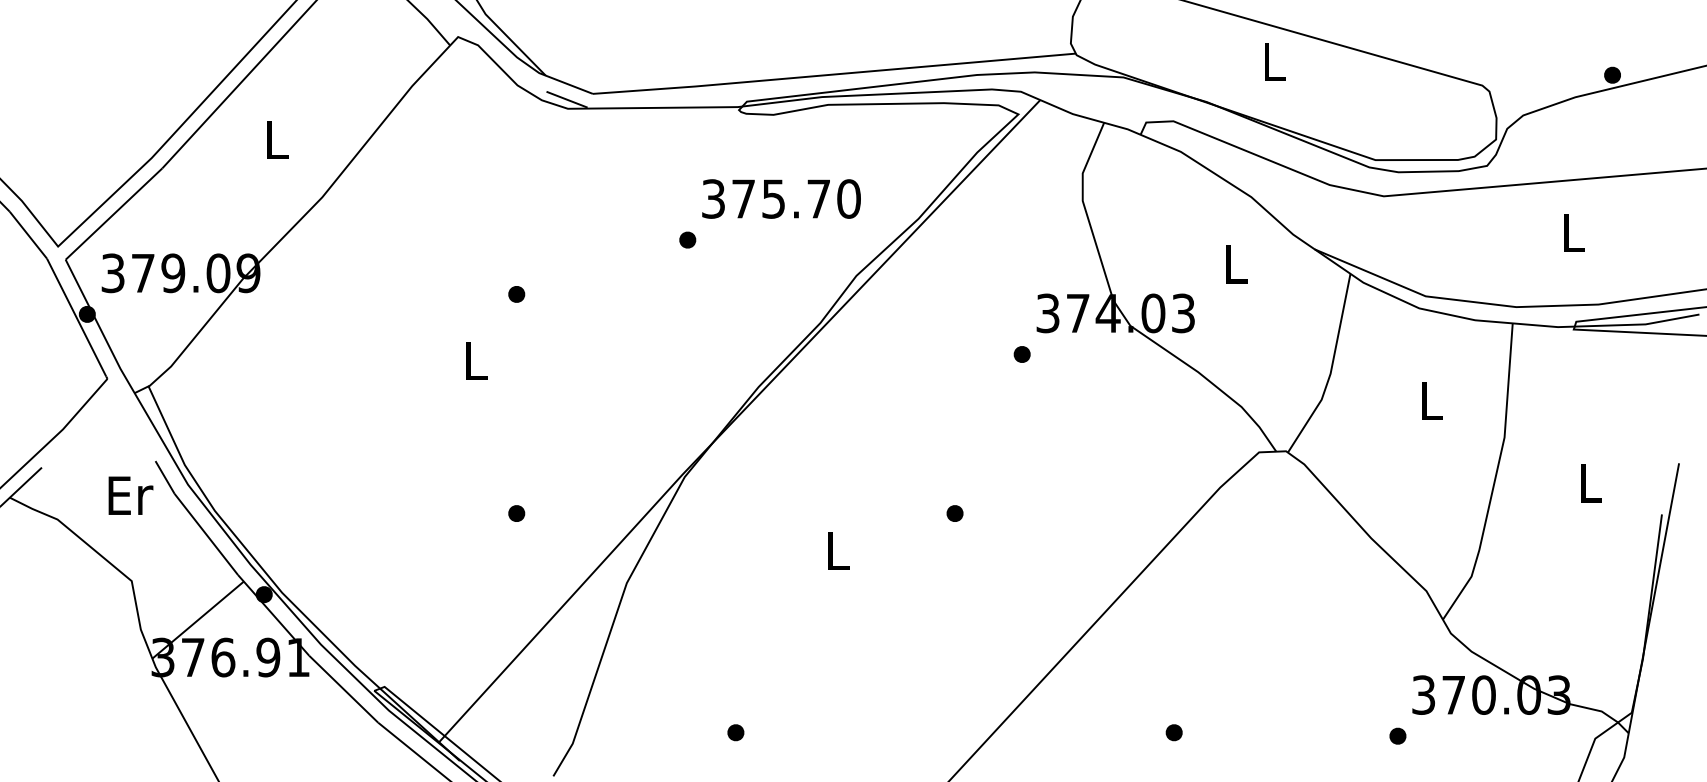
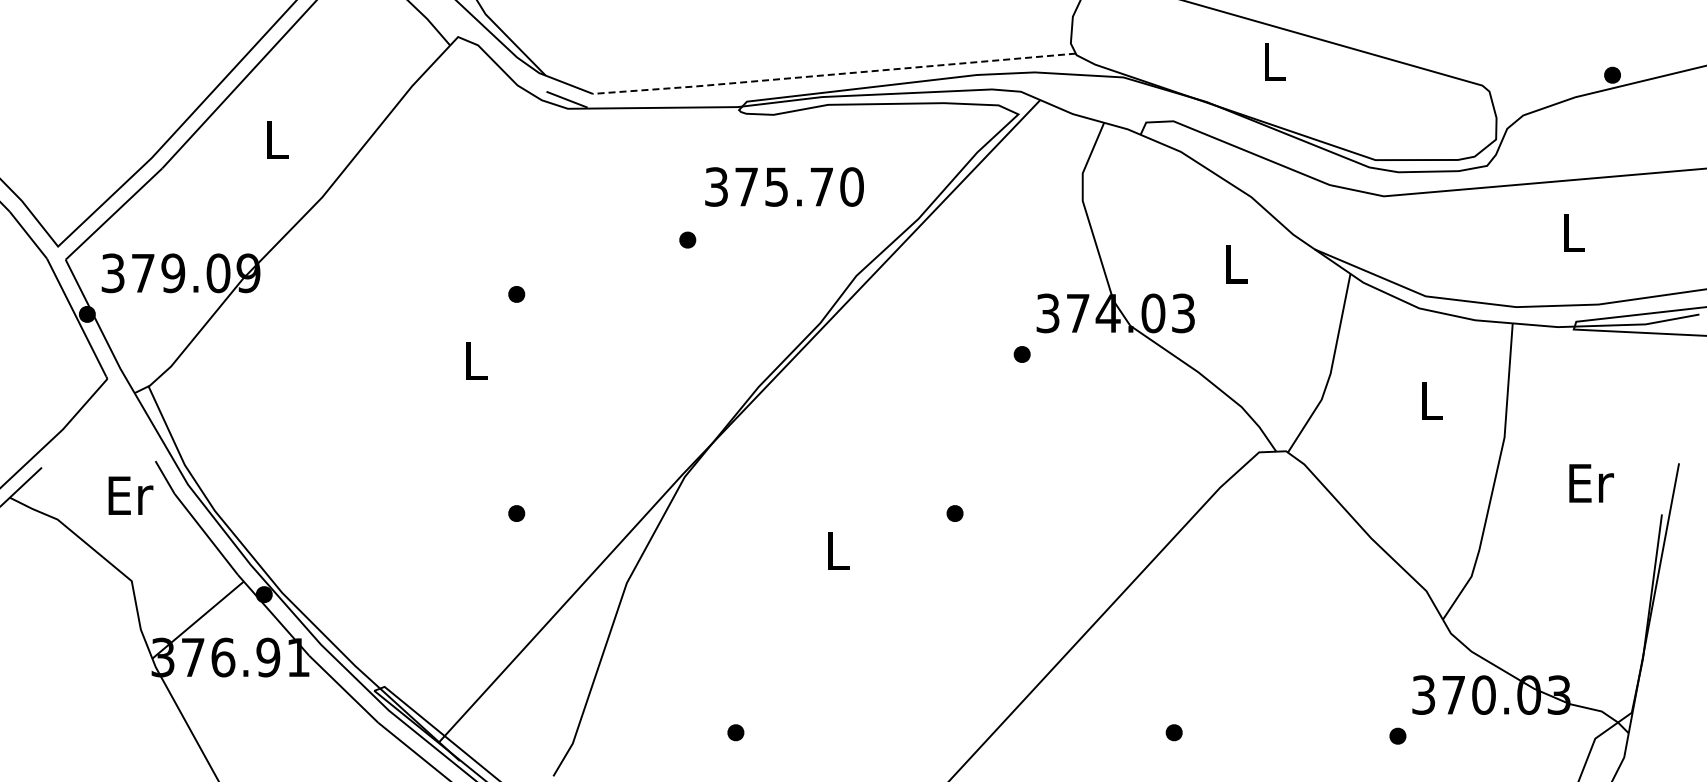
line at (833, 74): solid -> dashed
text at (781, 198) position: (781, 198) -> (784, 186)
text at (1591, 483): L -> Er
